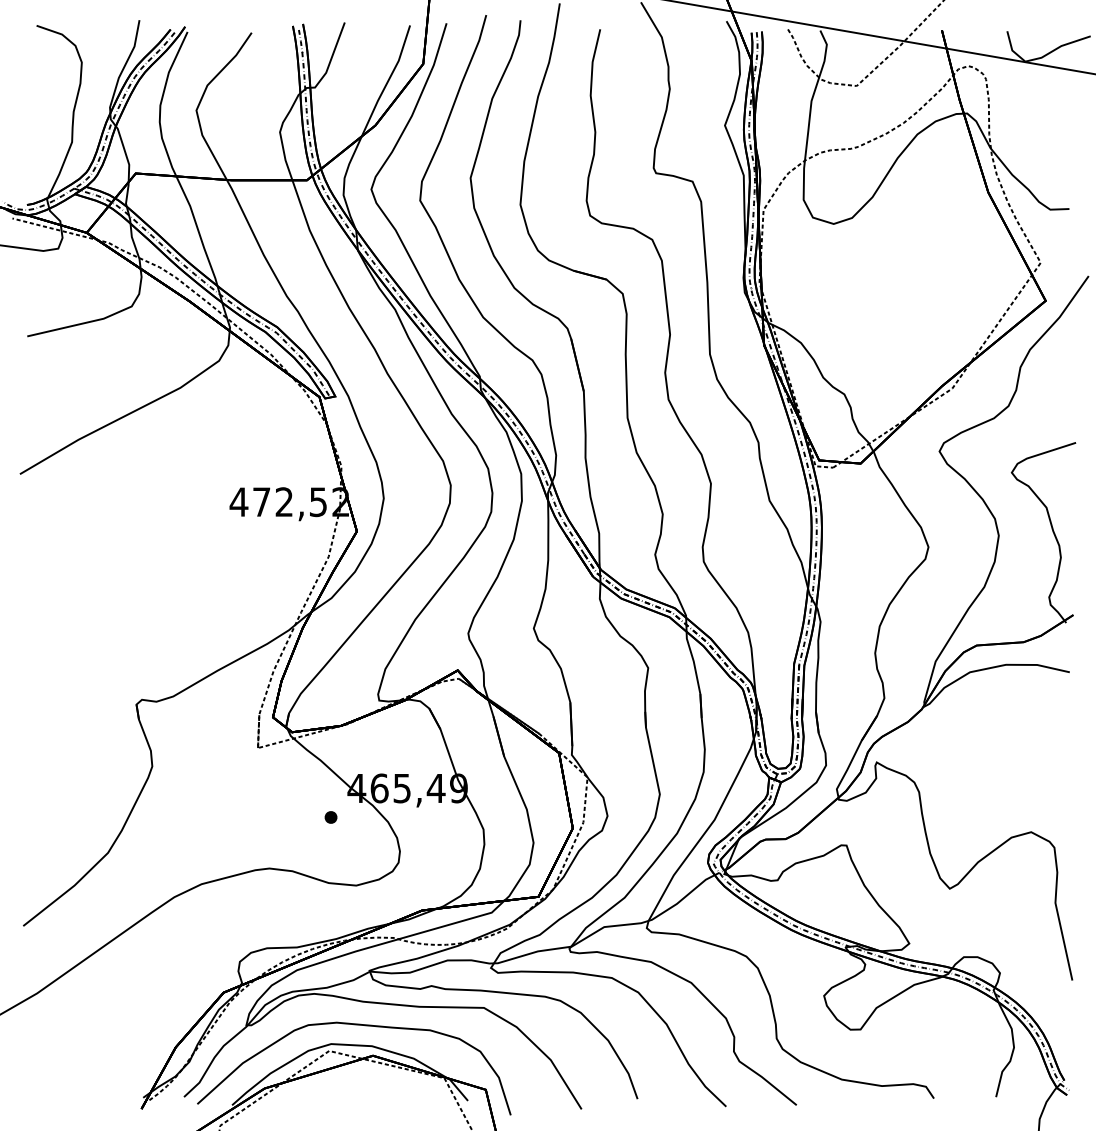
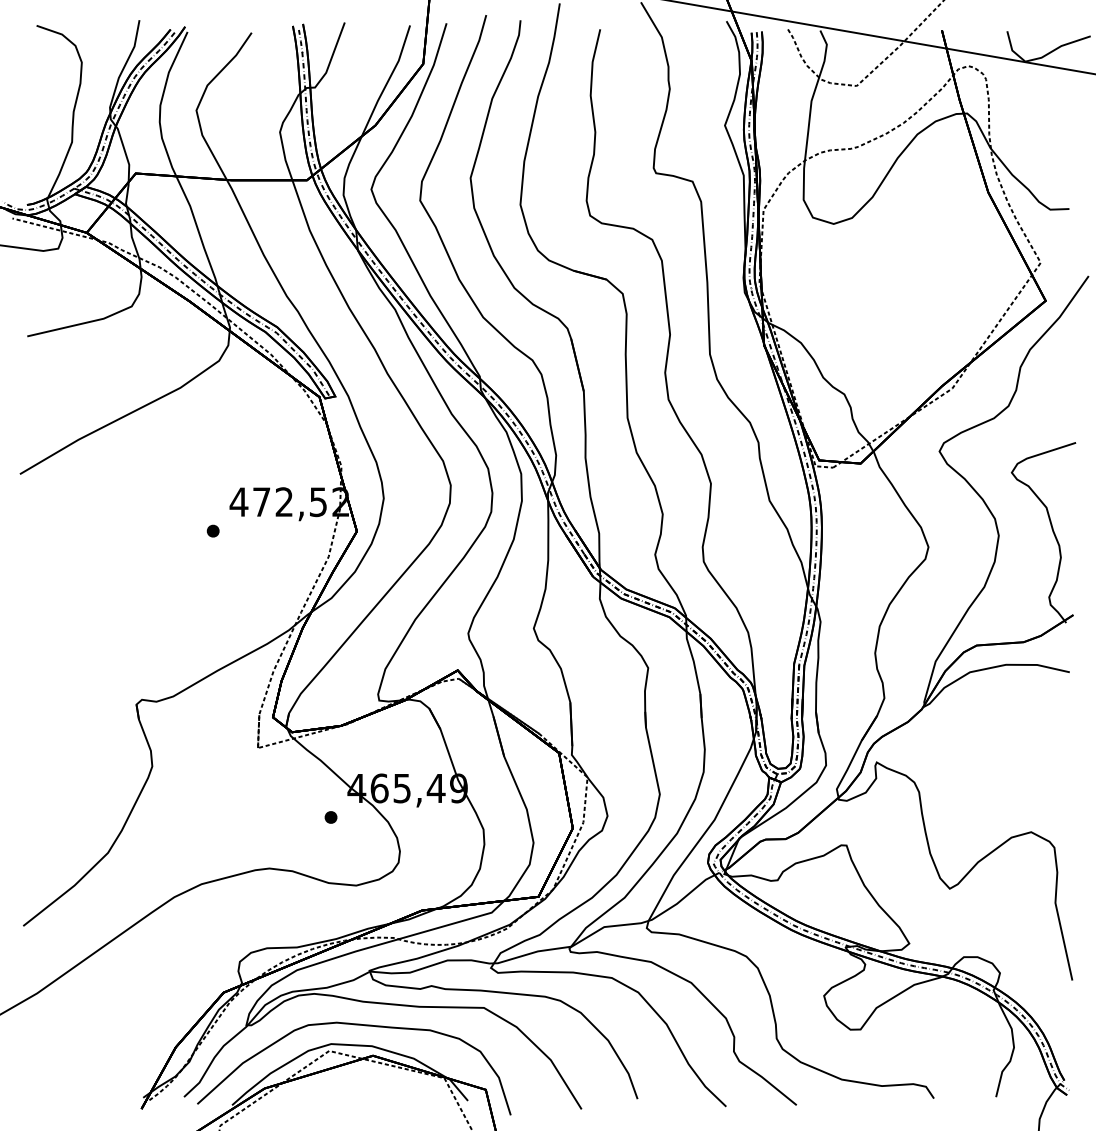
part at (212, 530): none -> present
